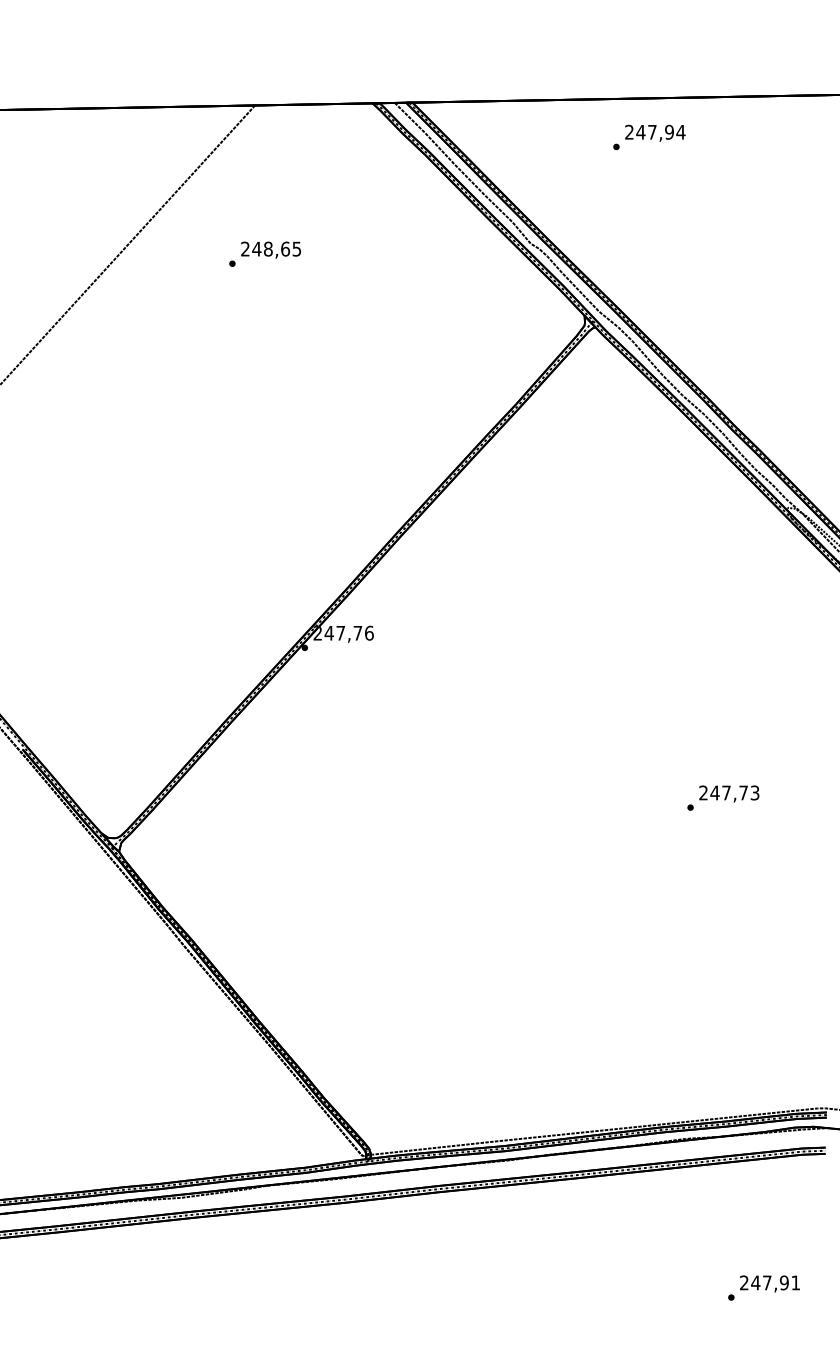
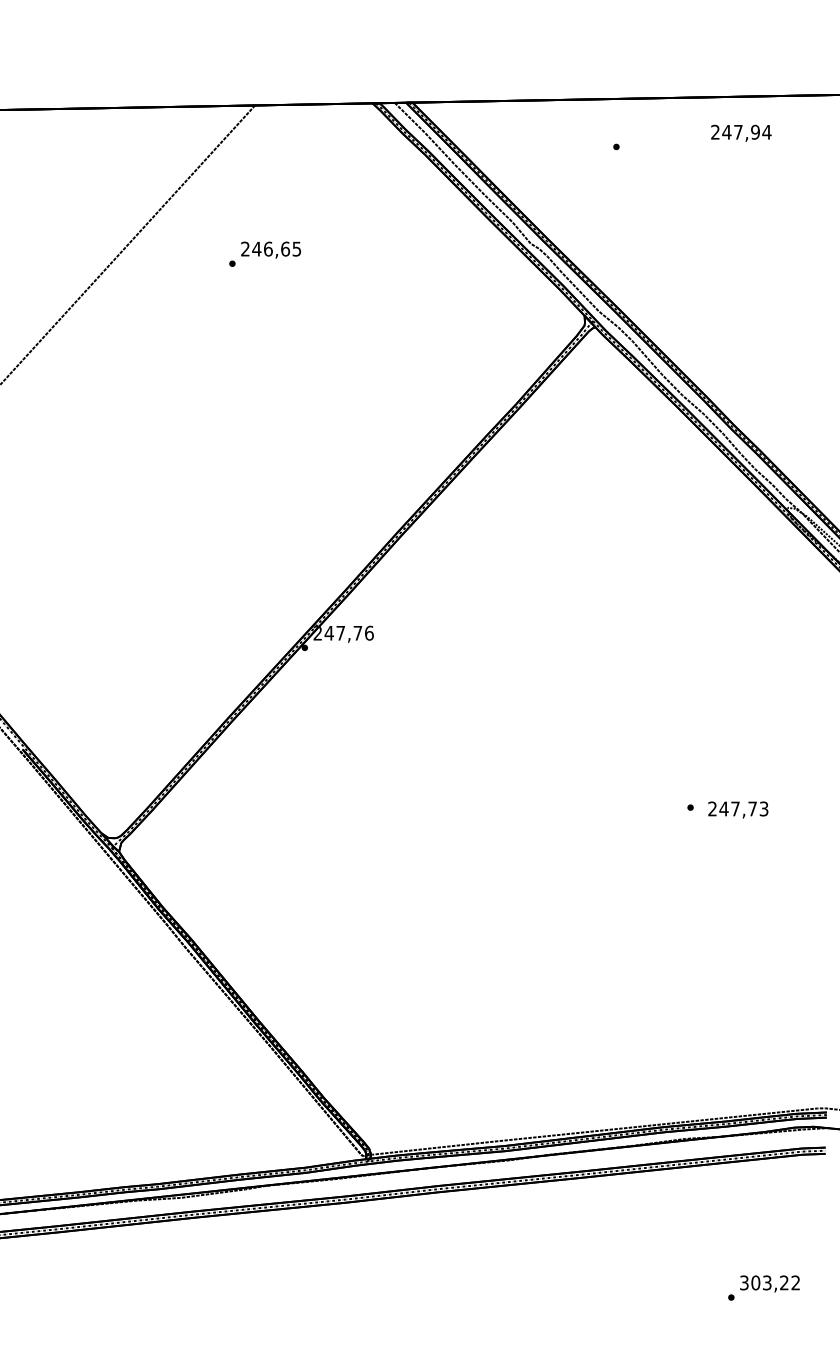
text at (655, 132) position: (655, 132) -> (741, 132)
text at (268, 248): 248,65 -> 246,65
text at (729, 793) position: (729, 793) -> (738, 809)
text at (769, 1282): 247,91 -> 303,22
